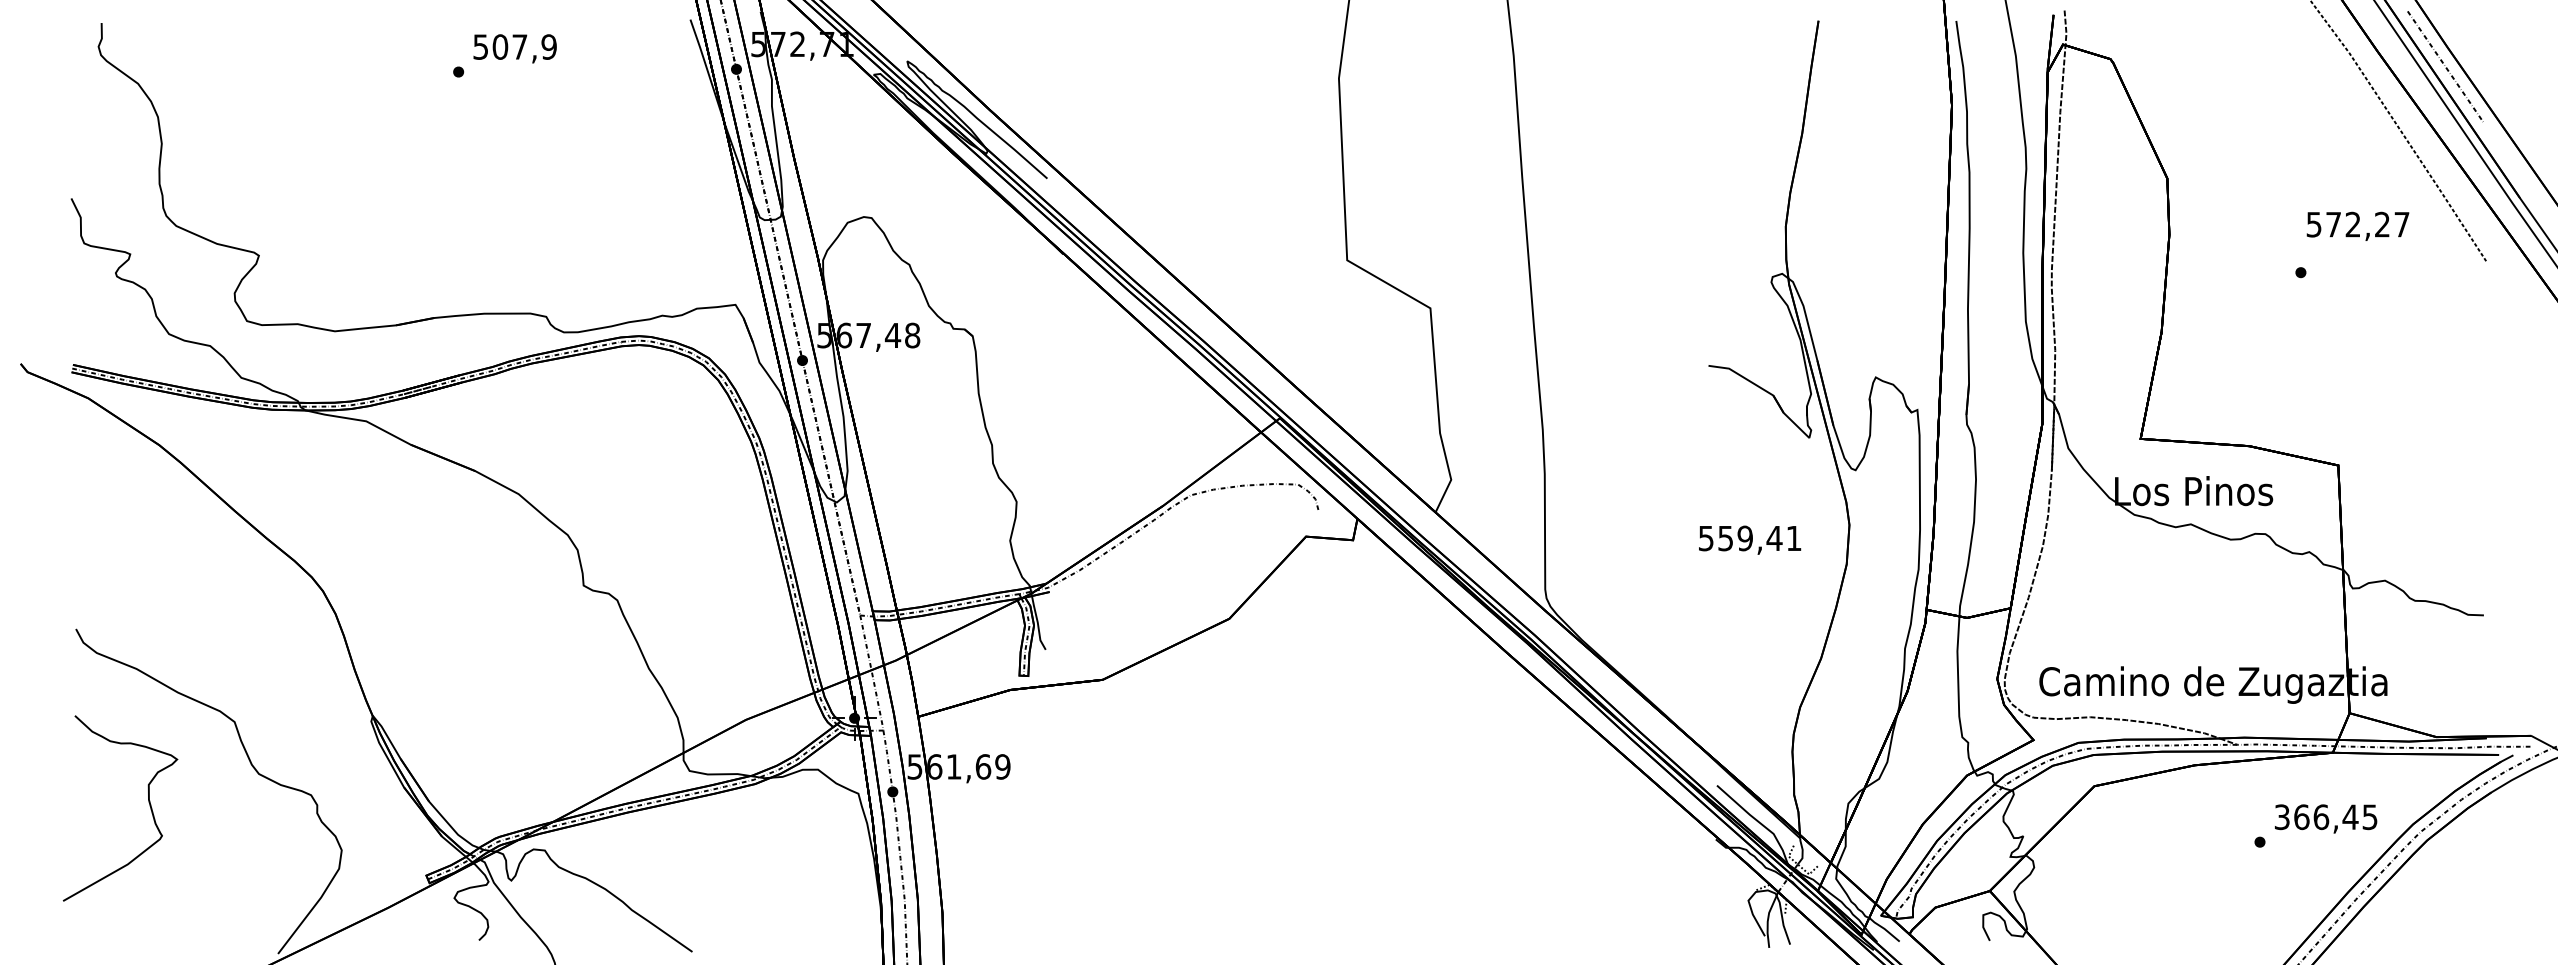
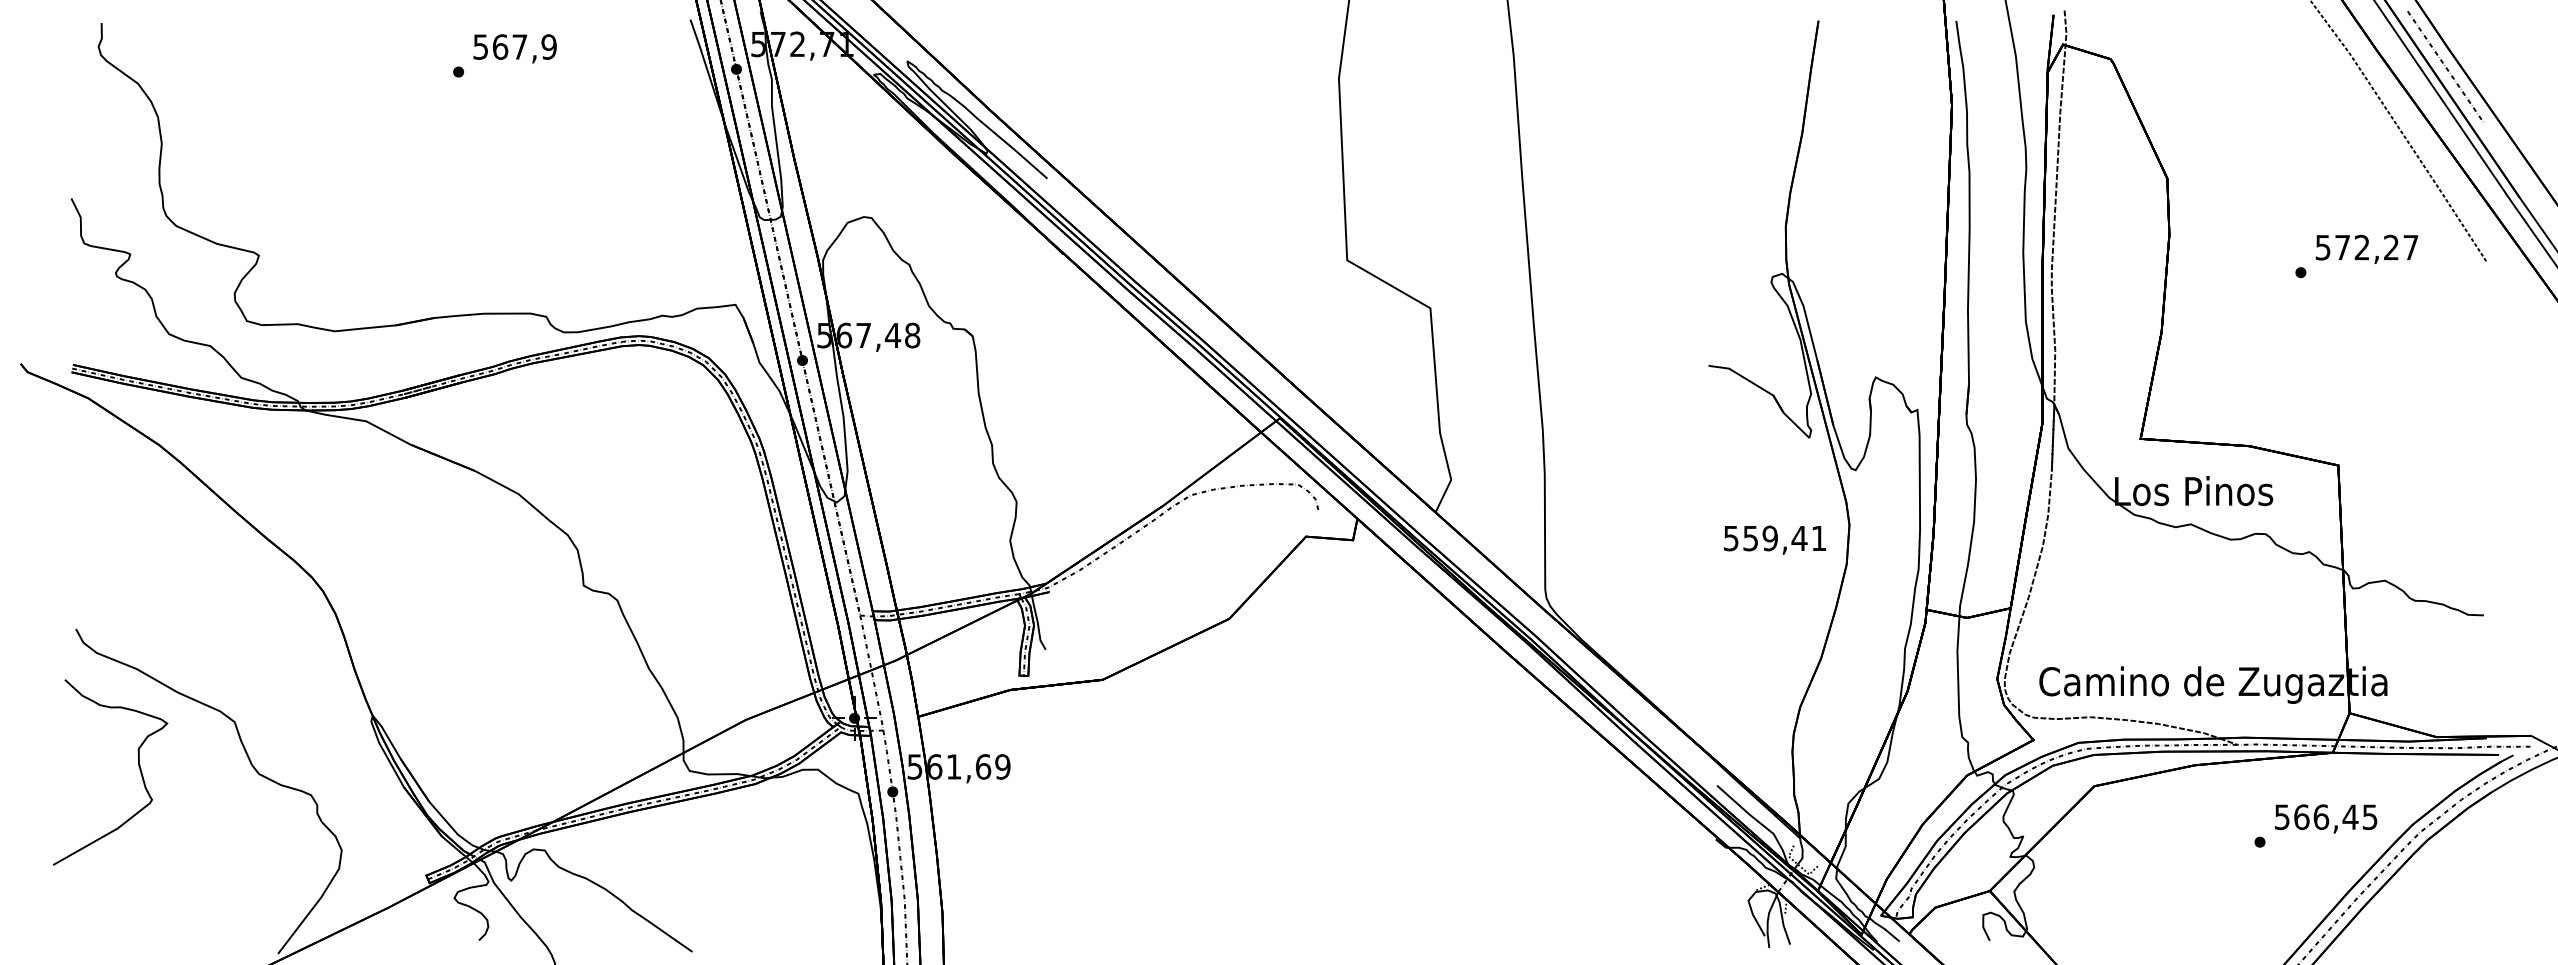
text at (500, 46): 507,9 -> 567,9
text at (2357, 225) position: (2357, 225) -> (2366, 248)
text at (1750, 539) position: (1750, 539) -> (1775, 539)
curve at (148, 802) position: (148, 802) -> (138, 766)
text at (2282, 816): 366,45 -> 566,45
